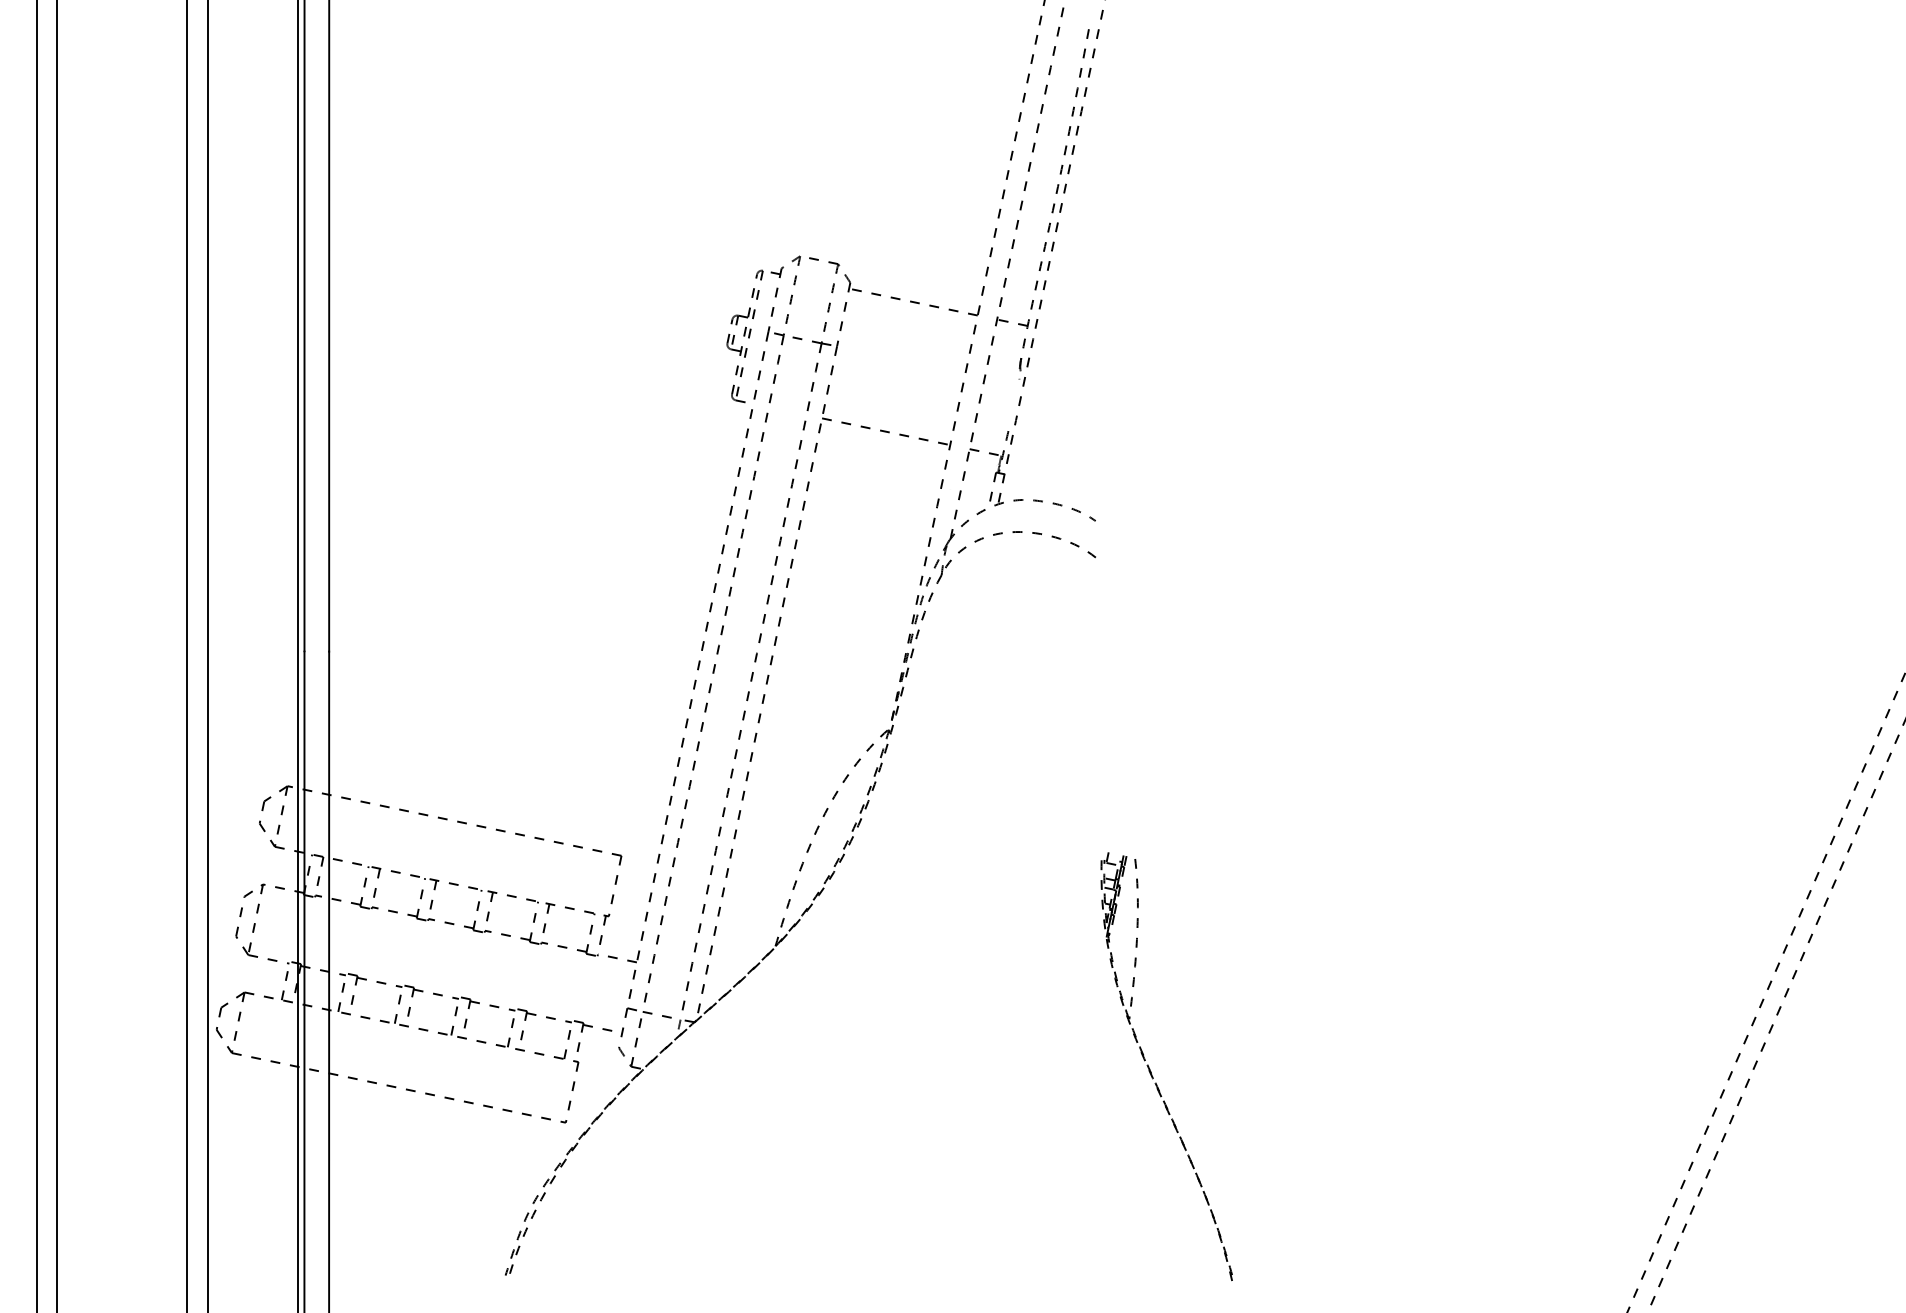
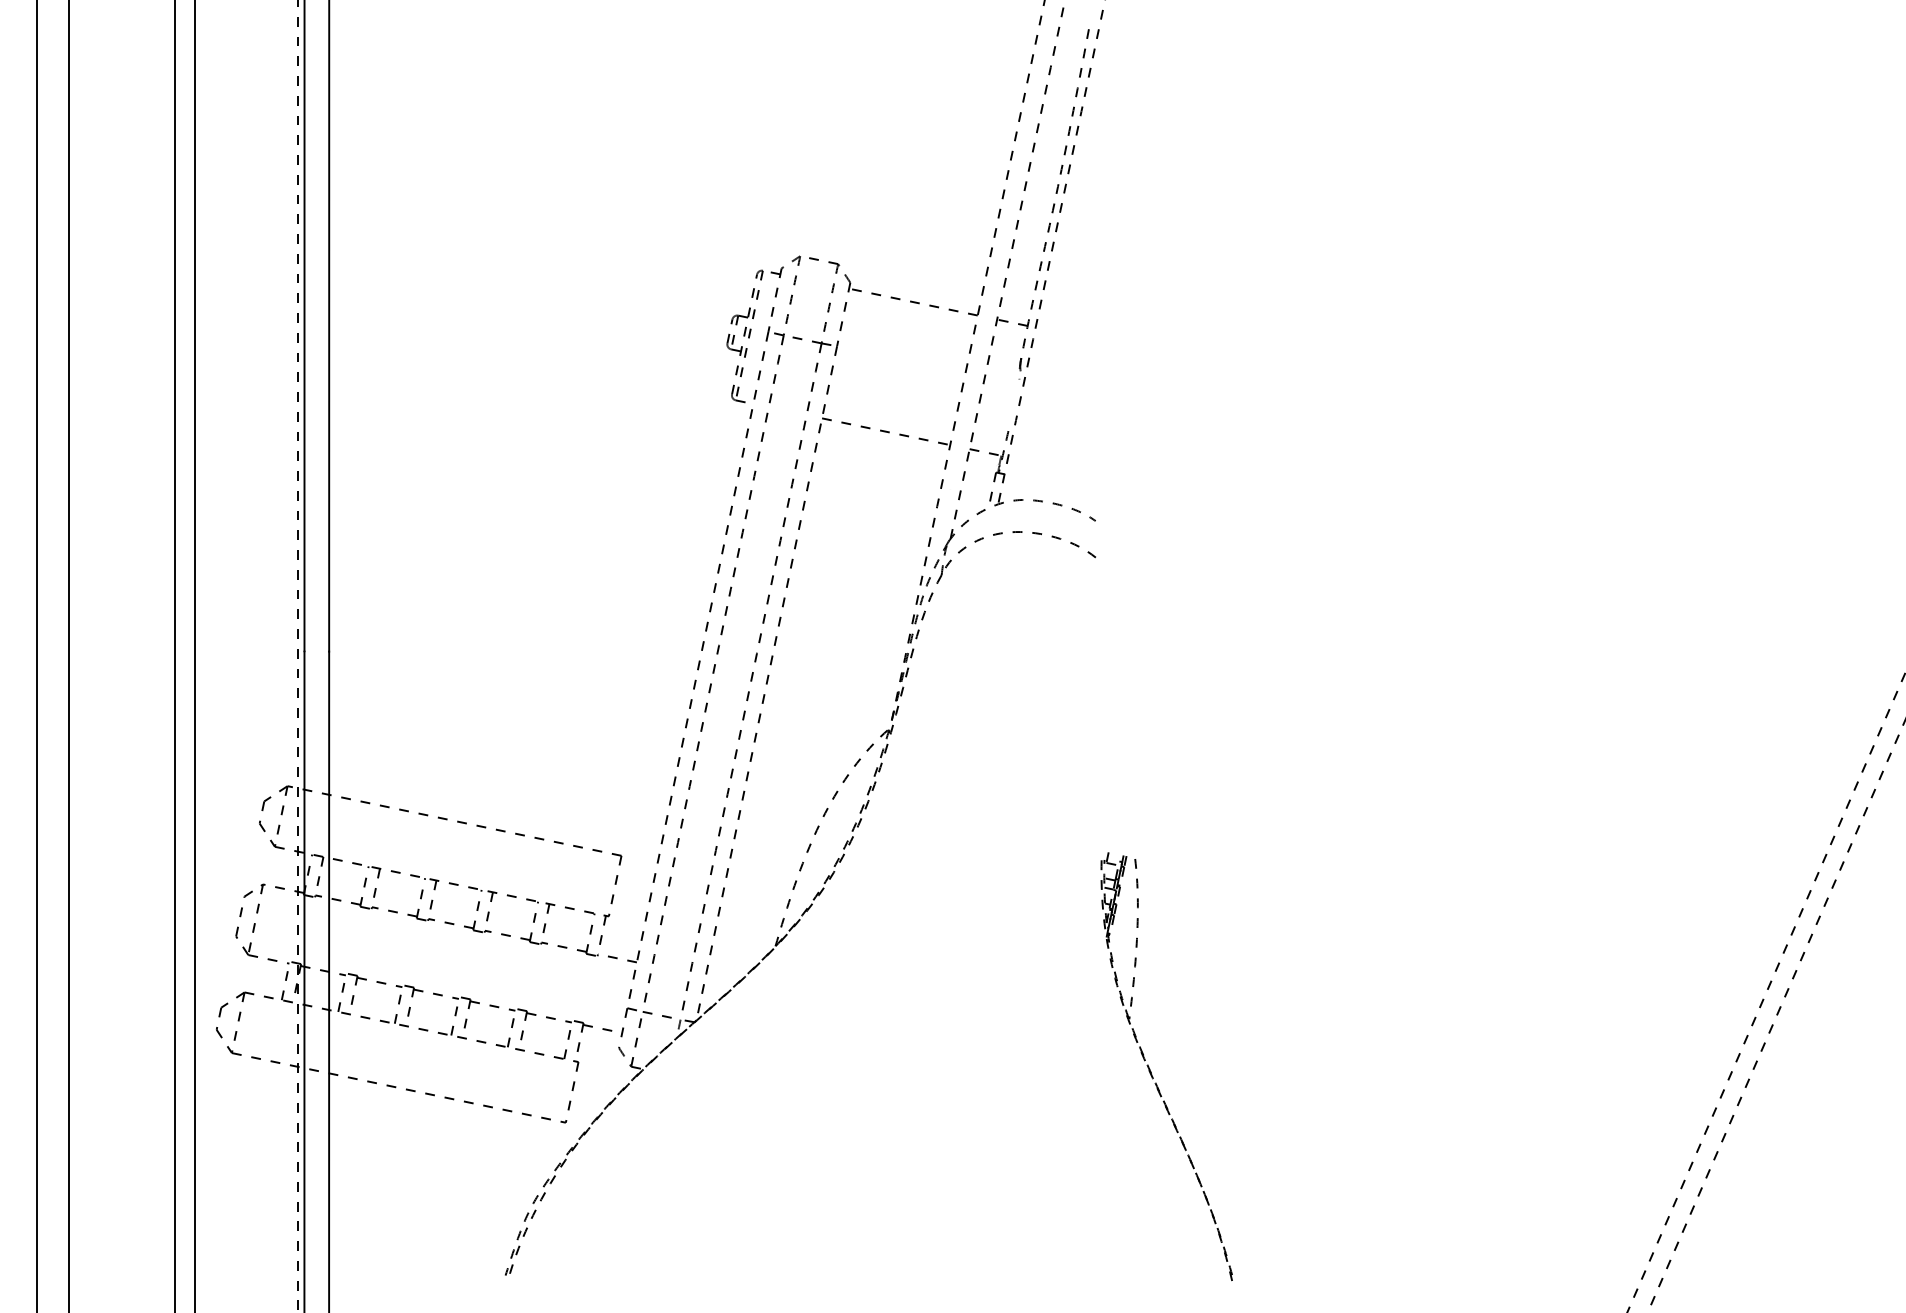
line at (57, 655) position: (57, 655) -> (69, 655)
line at (186, 655) position: (186, 655) -> (174, 655)
line at (207, 655) position: (207, 655) -> (194, 655)
line at (298, 655): solid -> dashed
